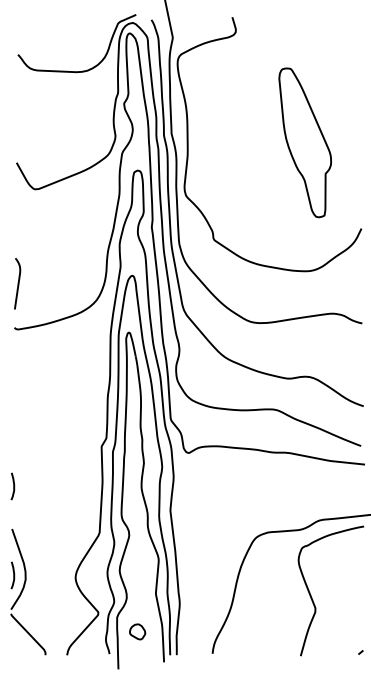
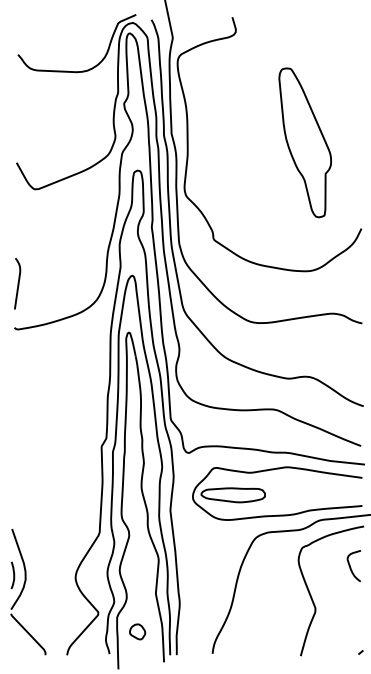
curve at (13, 486): present -> none
part at (265, 493): none -> present
curve at (351, 567): none -> present
